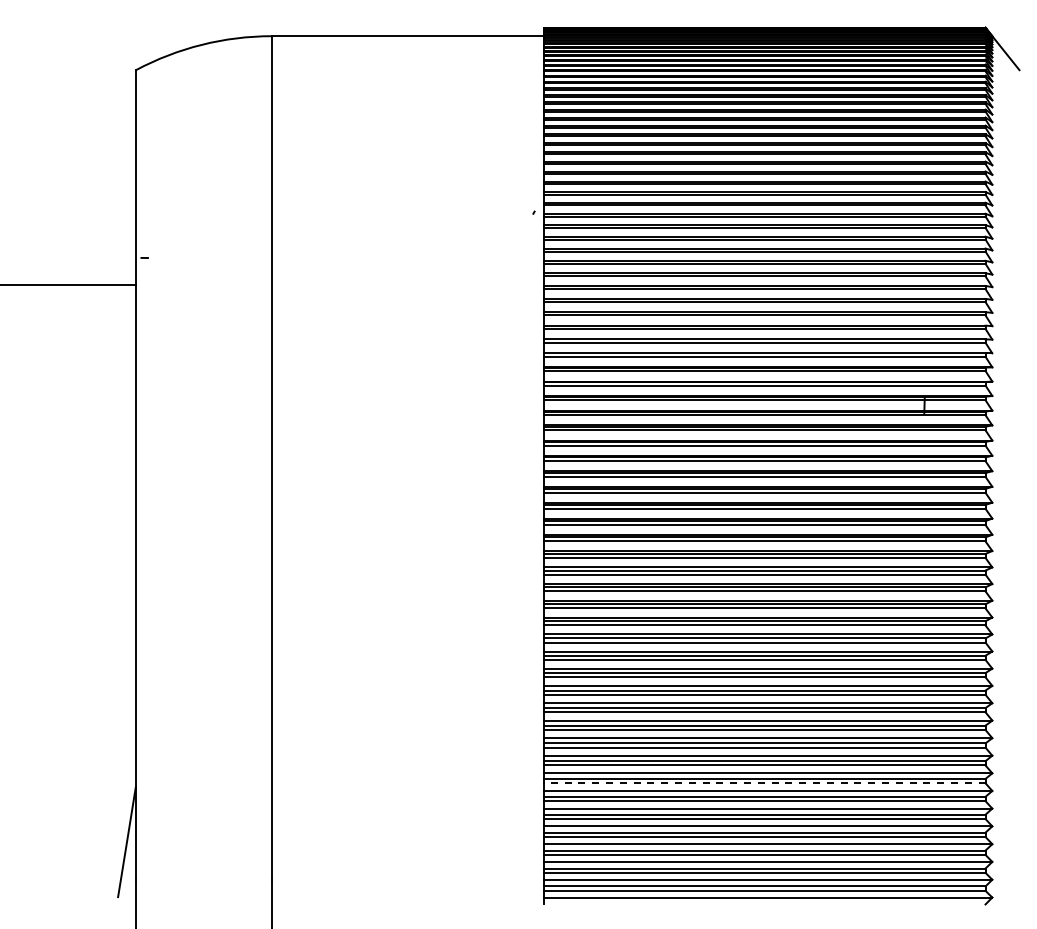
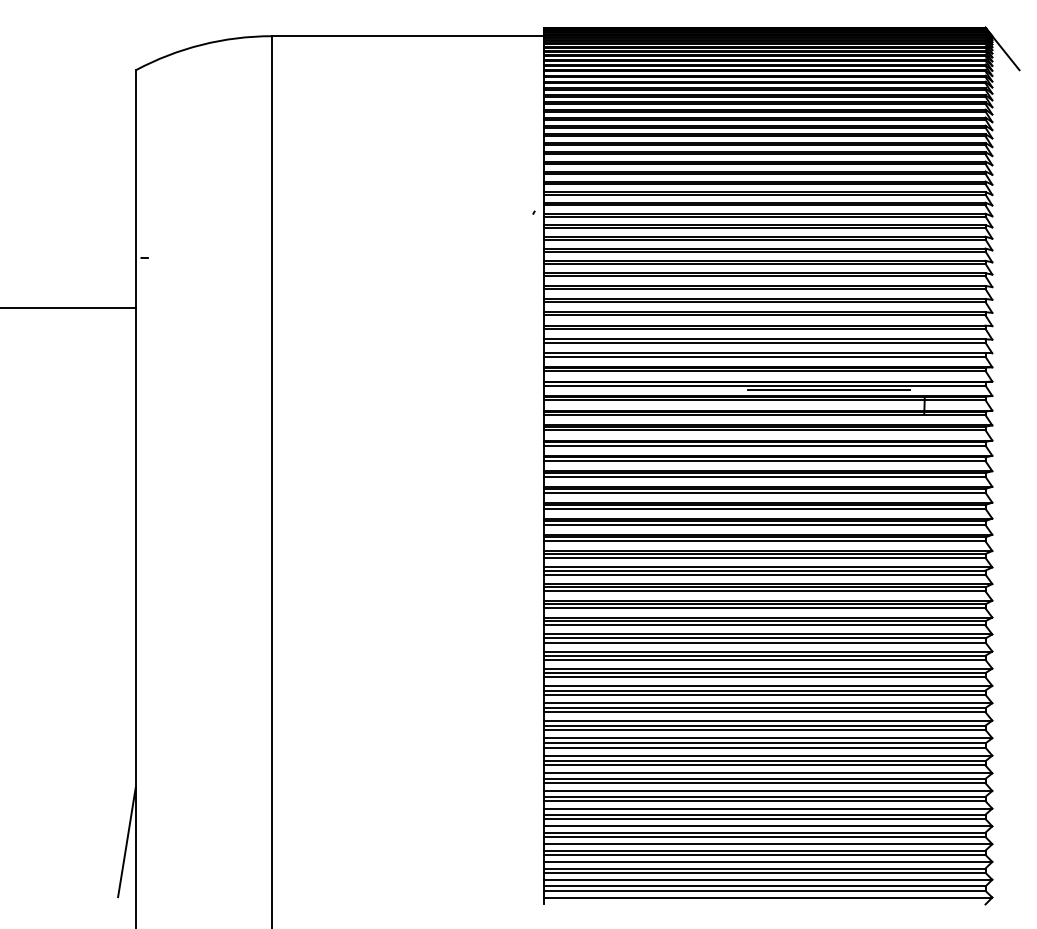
line at (69, 285) position: (69, 285) -> (69, 308)
line at (828, 389): none -> present
line at (764, 783): dashed -> solid
